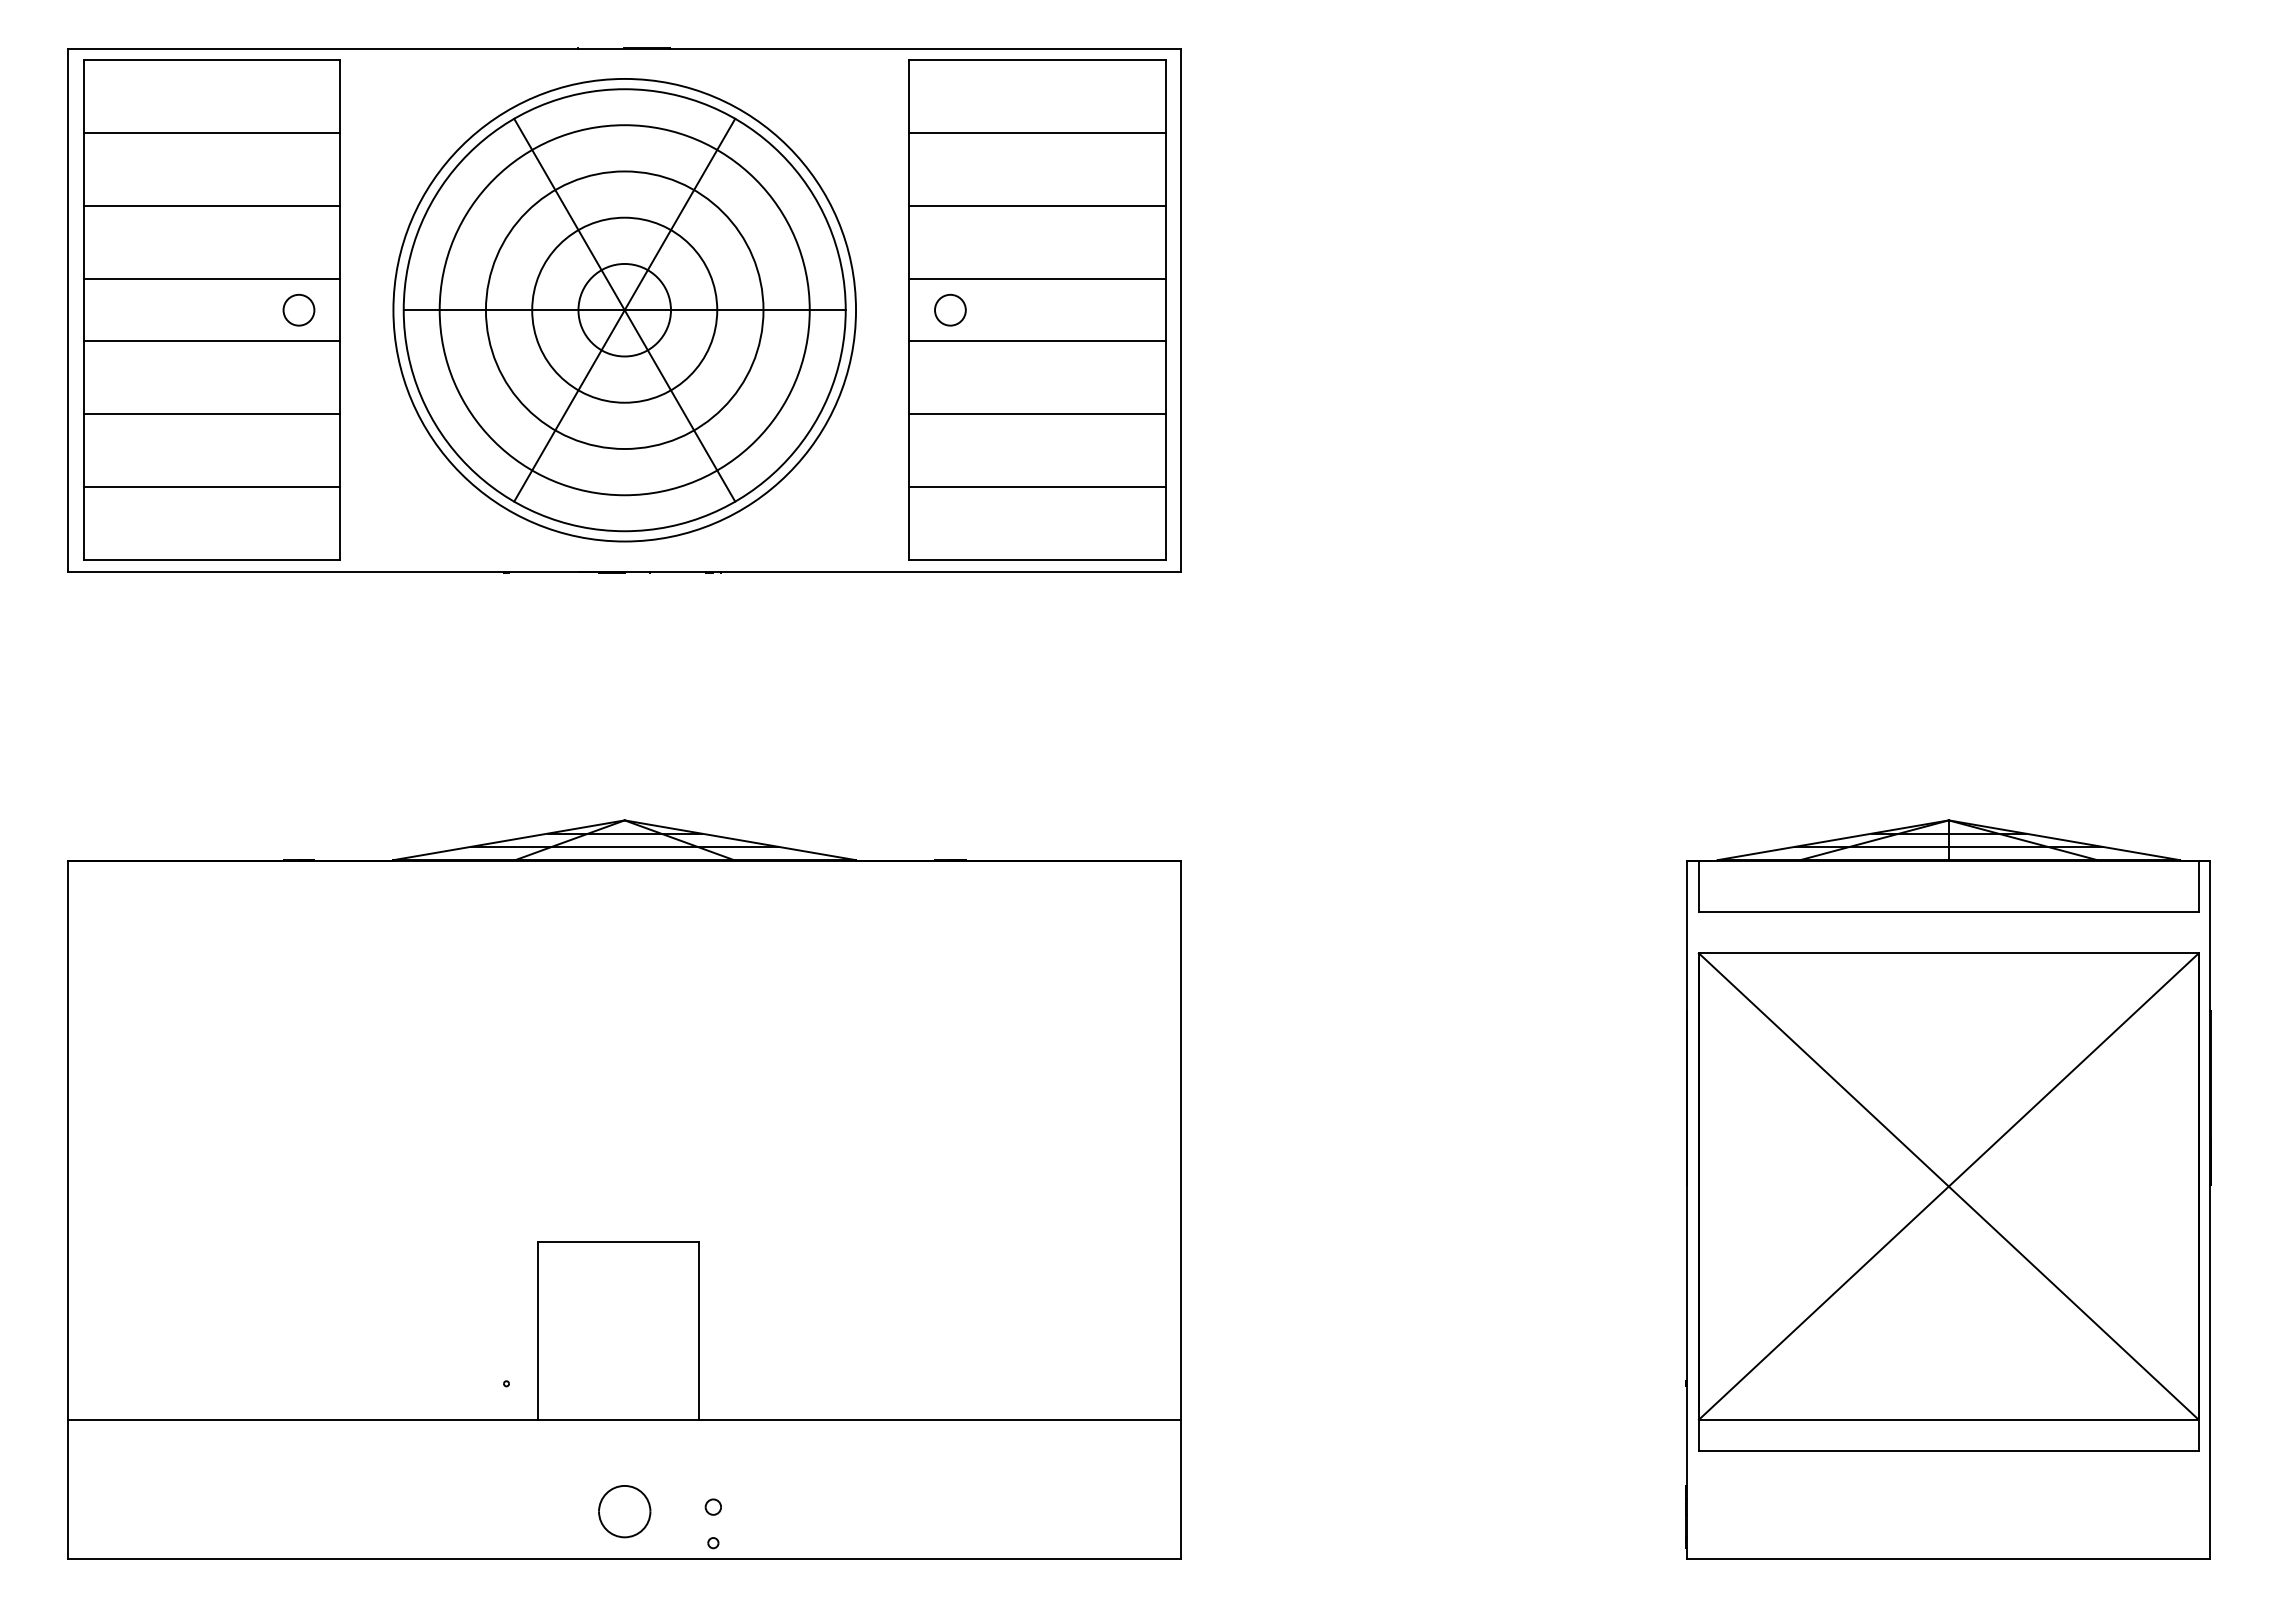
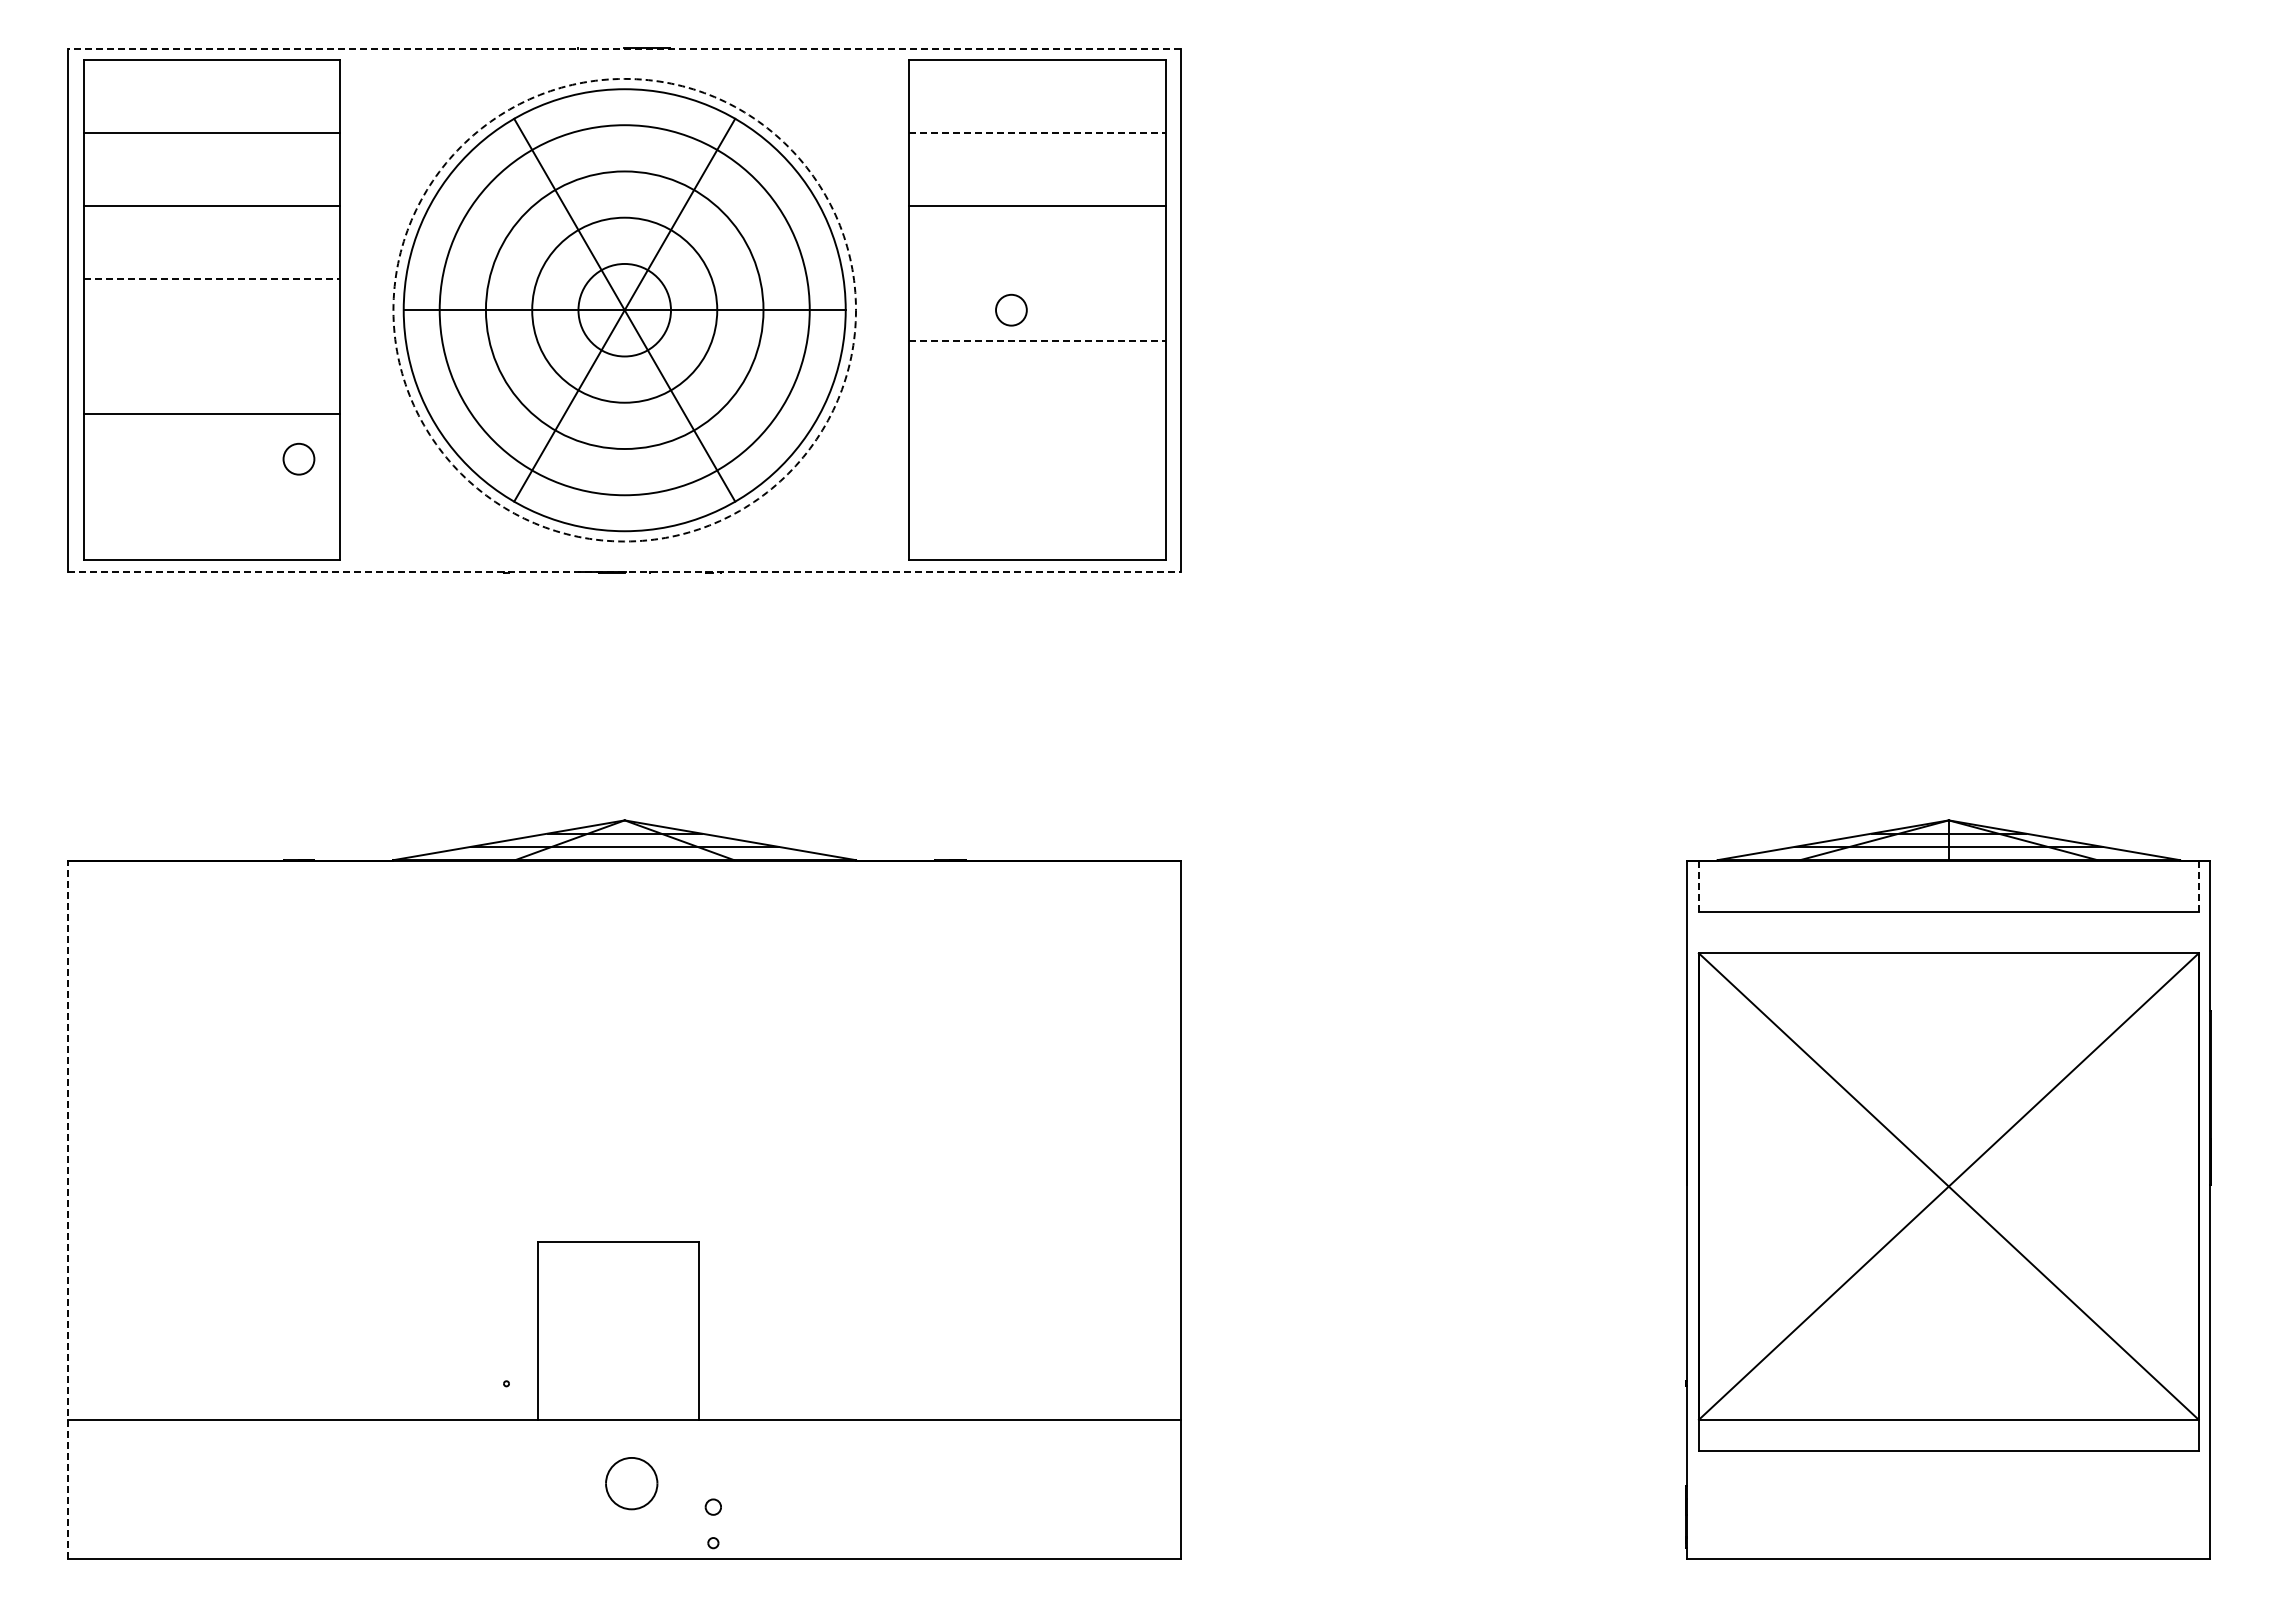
line at (624, 48): solid -> dashed
line at (1038, 133): solid -> dashed
line at (212, 279): solid -> dashed
line at (1037, 279): present -> none
part at (298, 309) position: (298, 309) -> (298, 458)
part at (950, 309) position: (950, 309) -> (1011, 309)
arc at (393, 310): solid -> dashed
line at (211, 341): present -> none
line at (1038, 341): solid -> dashed
line at (1037, 414): present -> none
line at (211, 487): present -> none
line at (1037, 487): present -> none
line at (625, 571): solid -> dashed
line at (1698, 886): solid -> dashed
line at (2198, 886): solid -> dashed
line at (68, 1209): solid -> dashed
part at (624, 1511) position: (624, 1511) -> (631, 1483)
